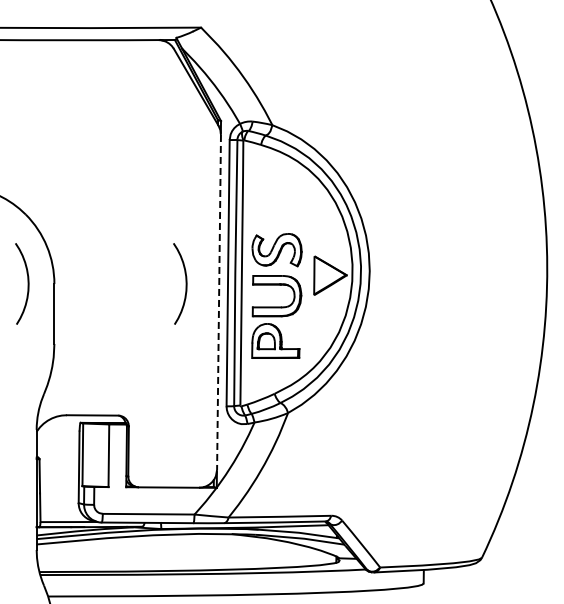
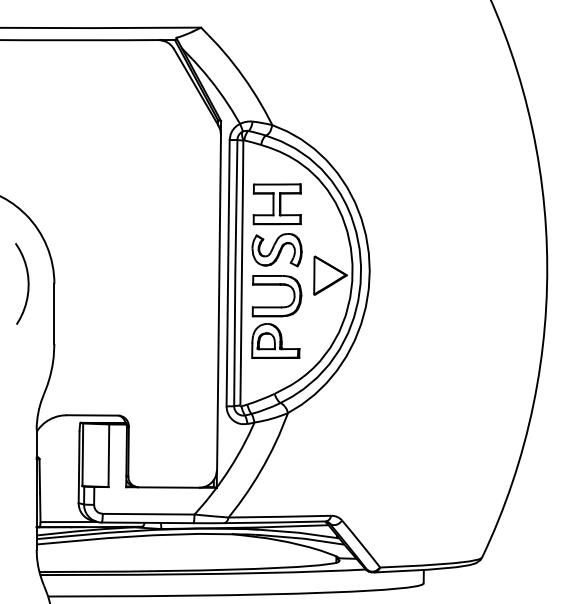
part at (276, 204): none -> present
curve at (185, 283): present -> none
line at (219, 302): dashed -> solid
